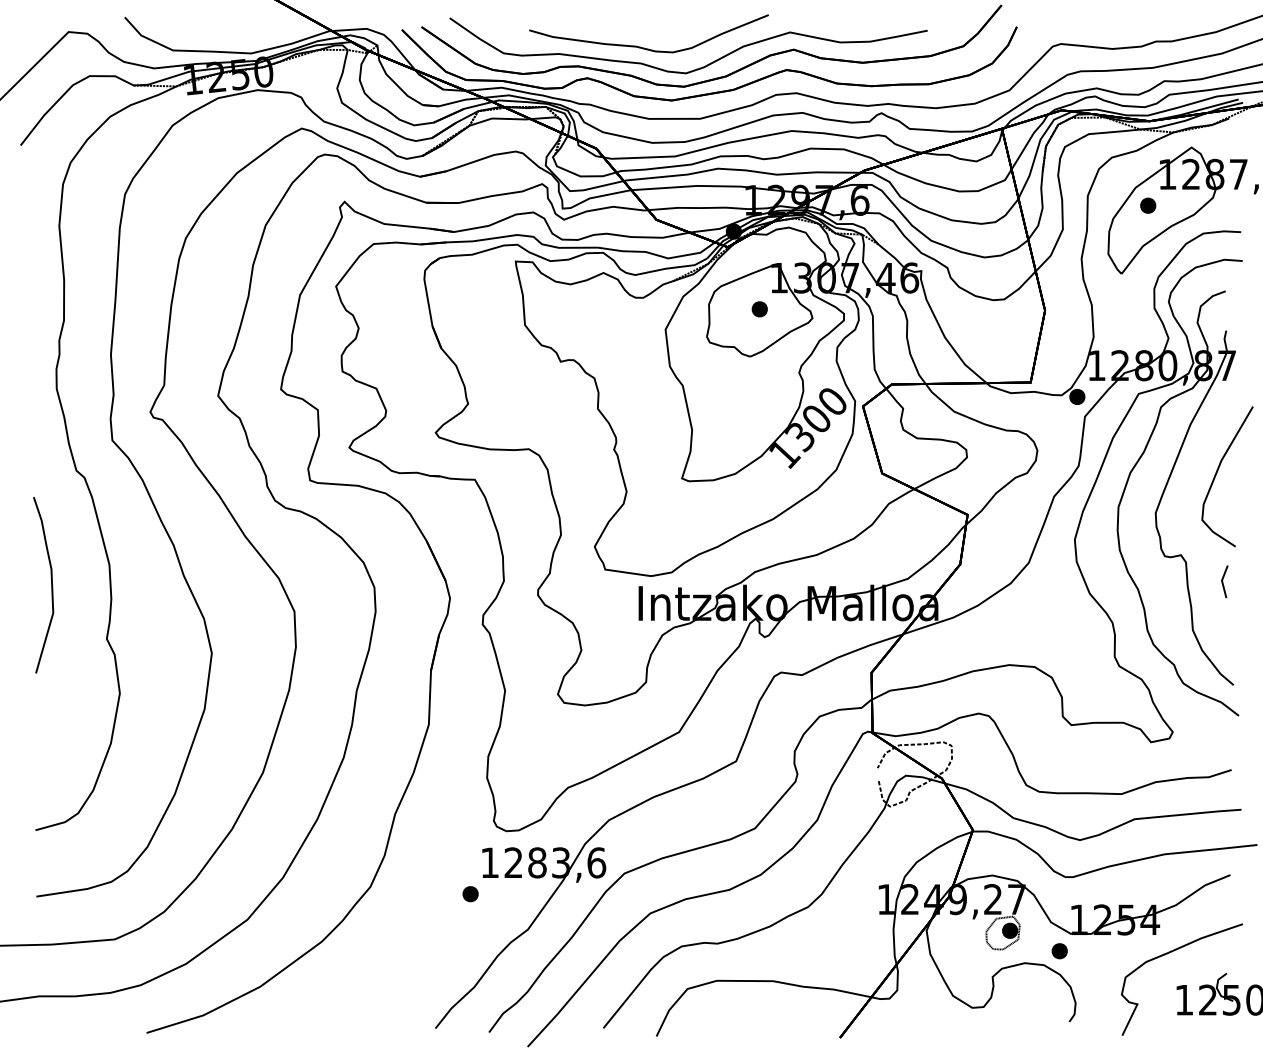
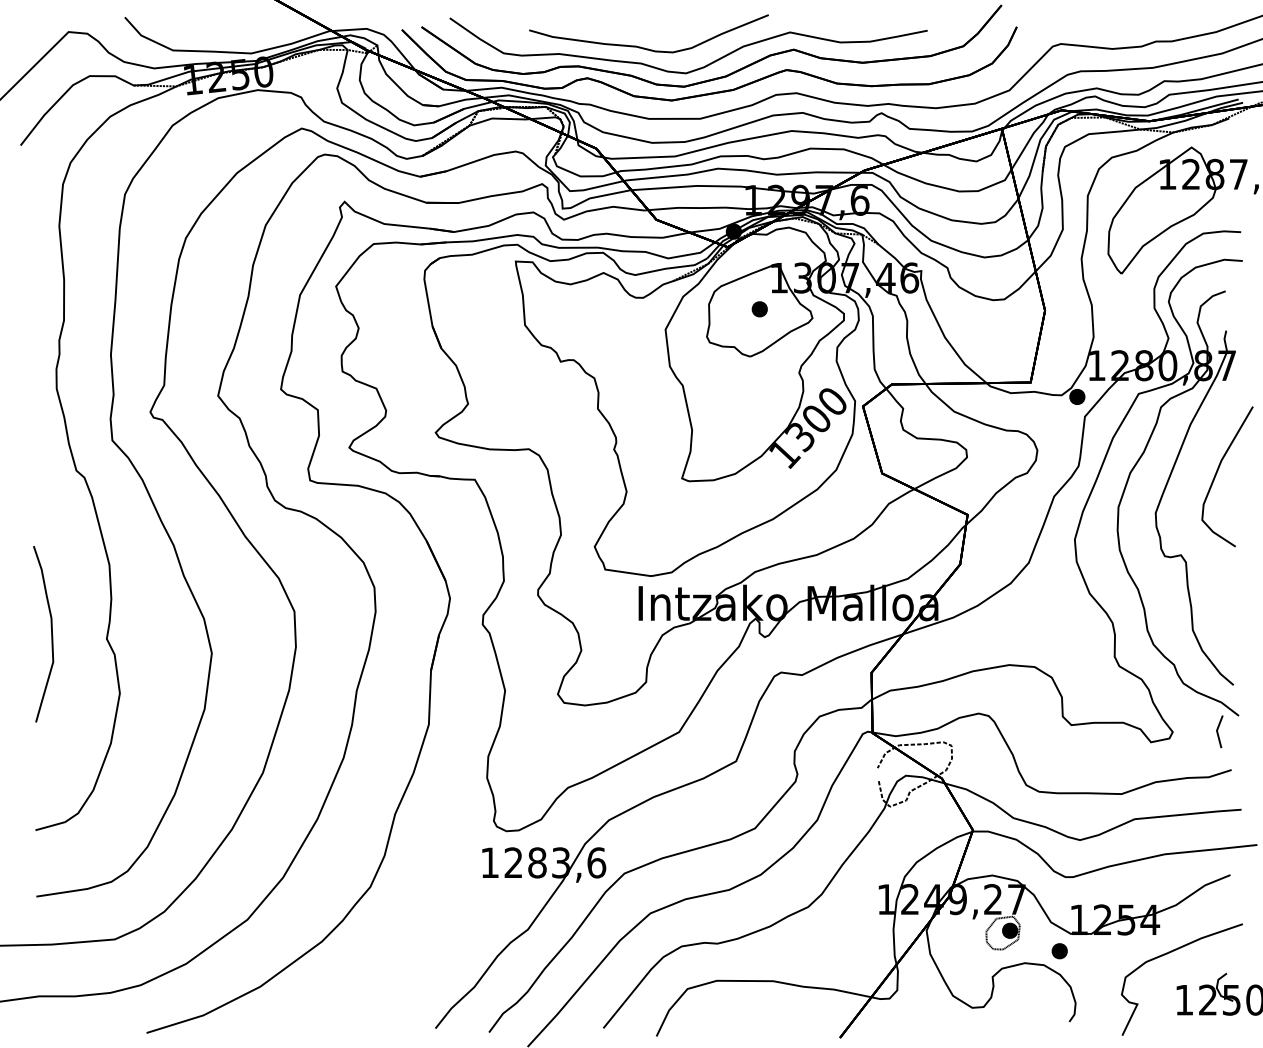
part at (1148, 205): present -> none
line at (1223, 581) position: (1223, 581) -> (1218, 731)
curve at (51, 585) position: (51, 585) -> (51, 634)
part at (470, 894): present -> none
